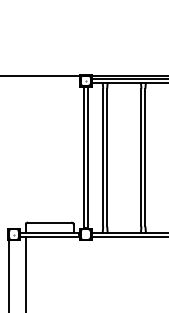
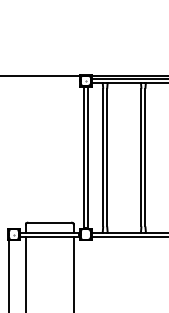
line at (73, 272): none -> present
